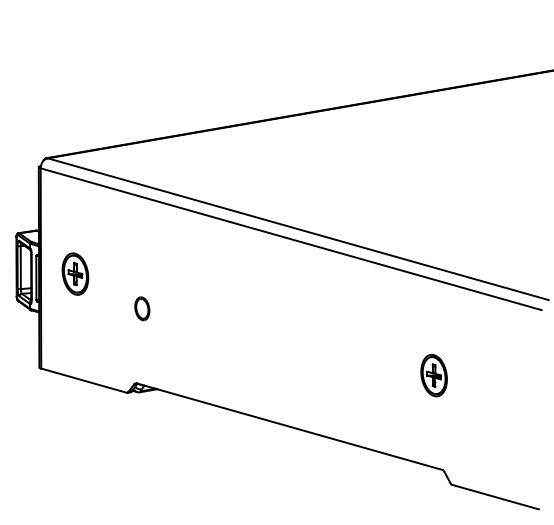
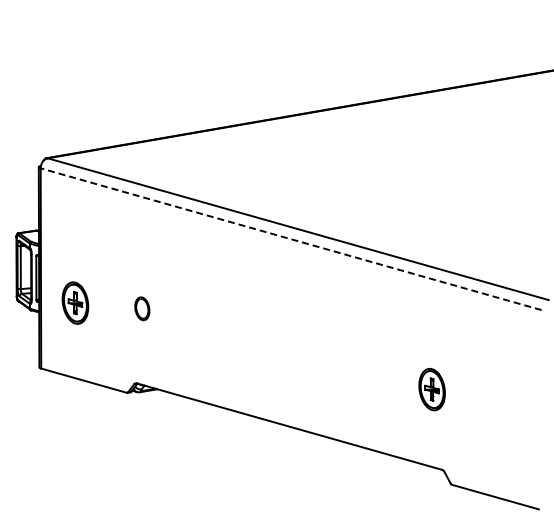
line at (290, 239): solid -> dashed
part at (75, 273) position: (75, 273) -> (75, 302)
part at (433, 375) position: (433, 375) -> (431, 389)
